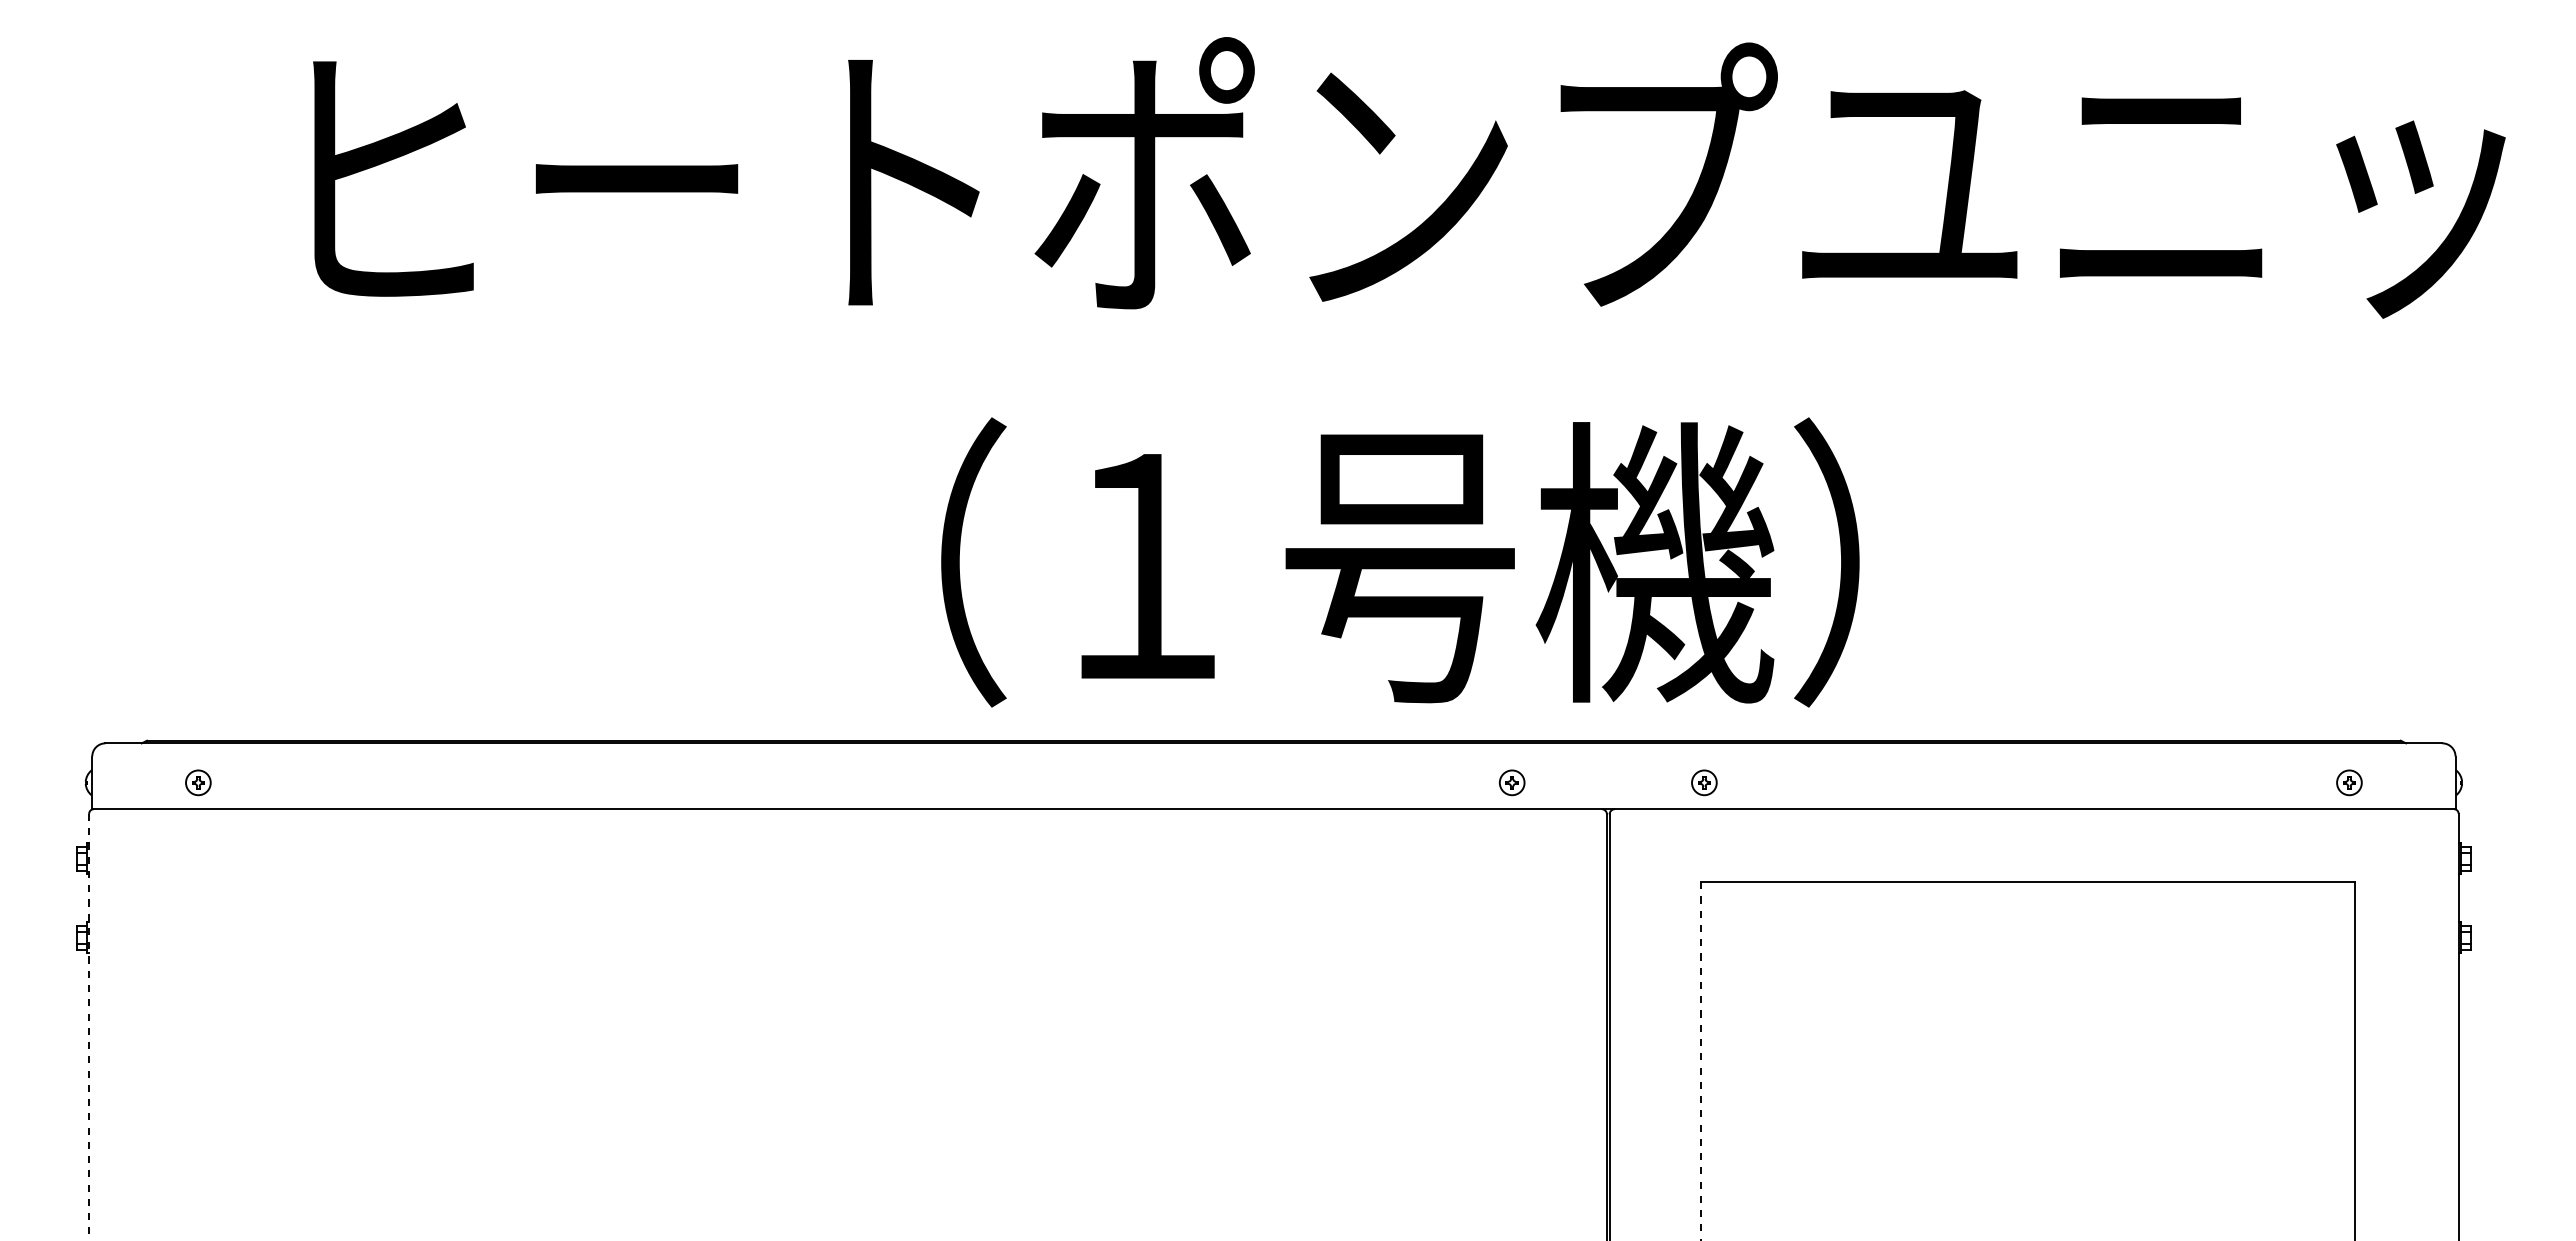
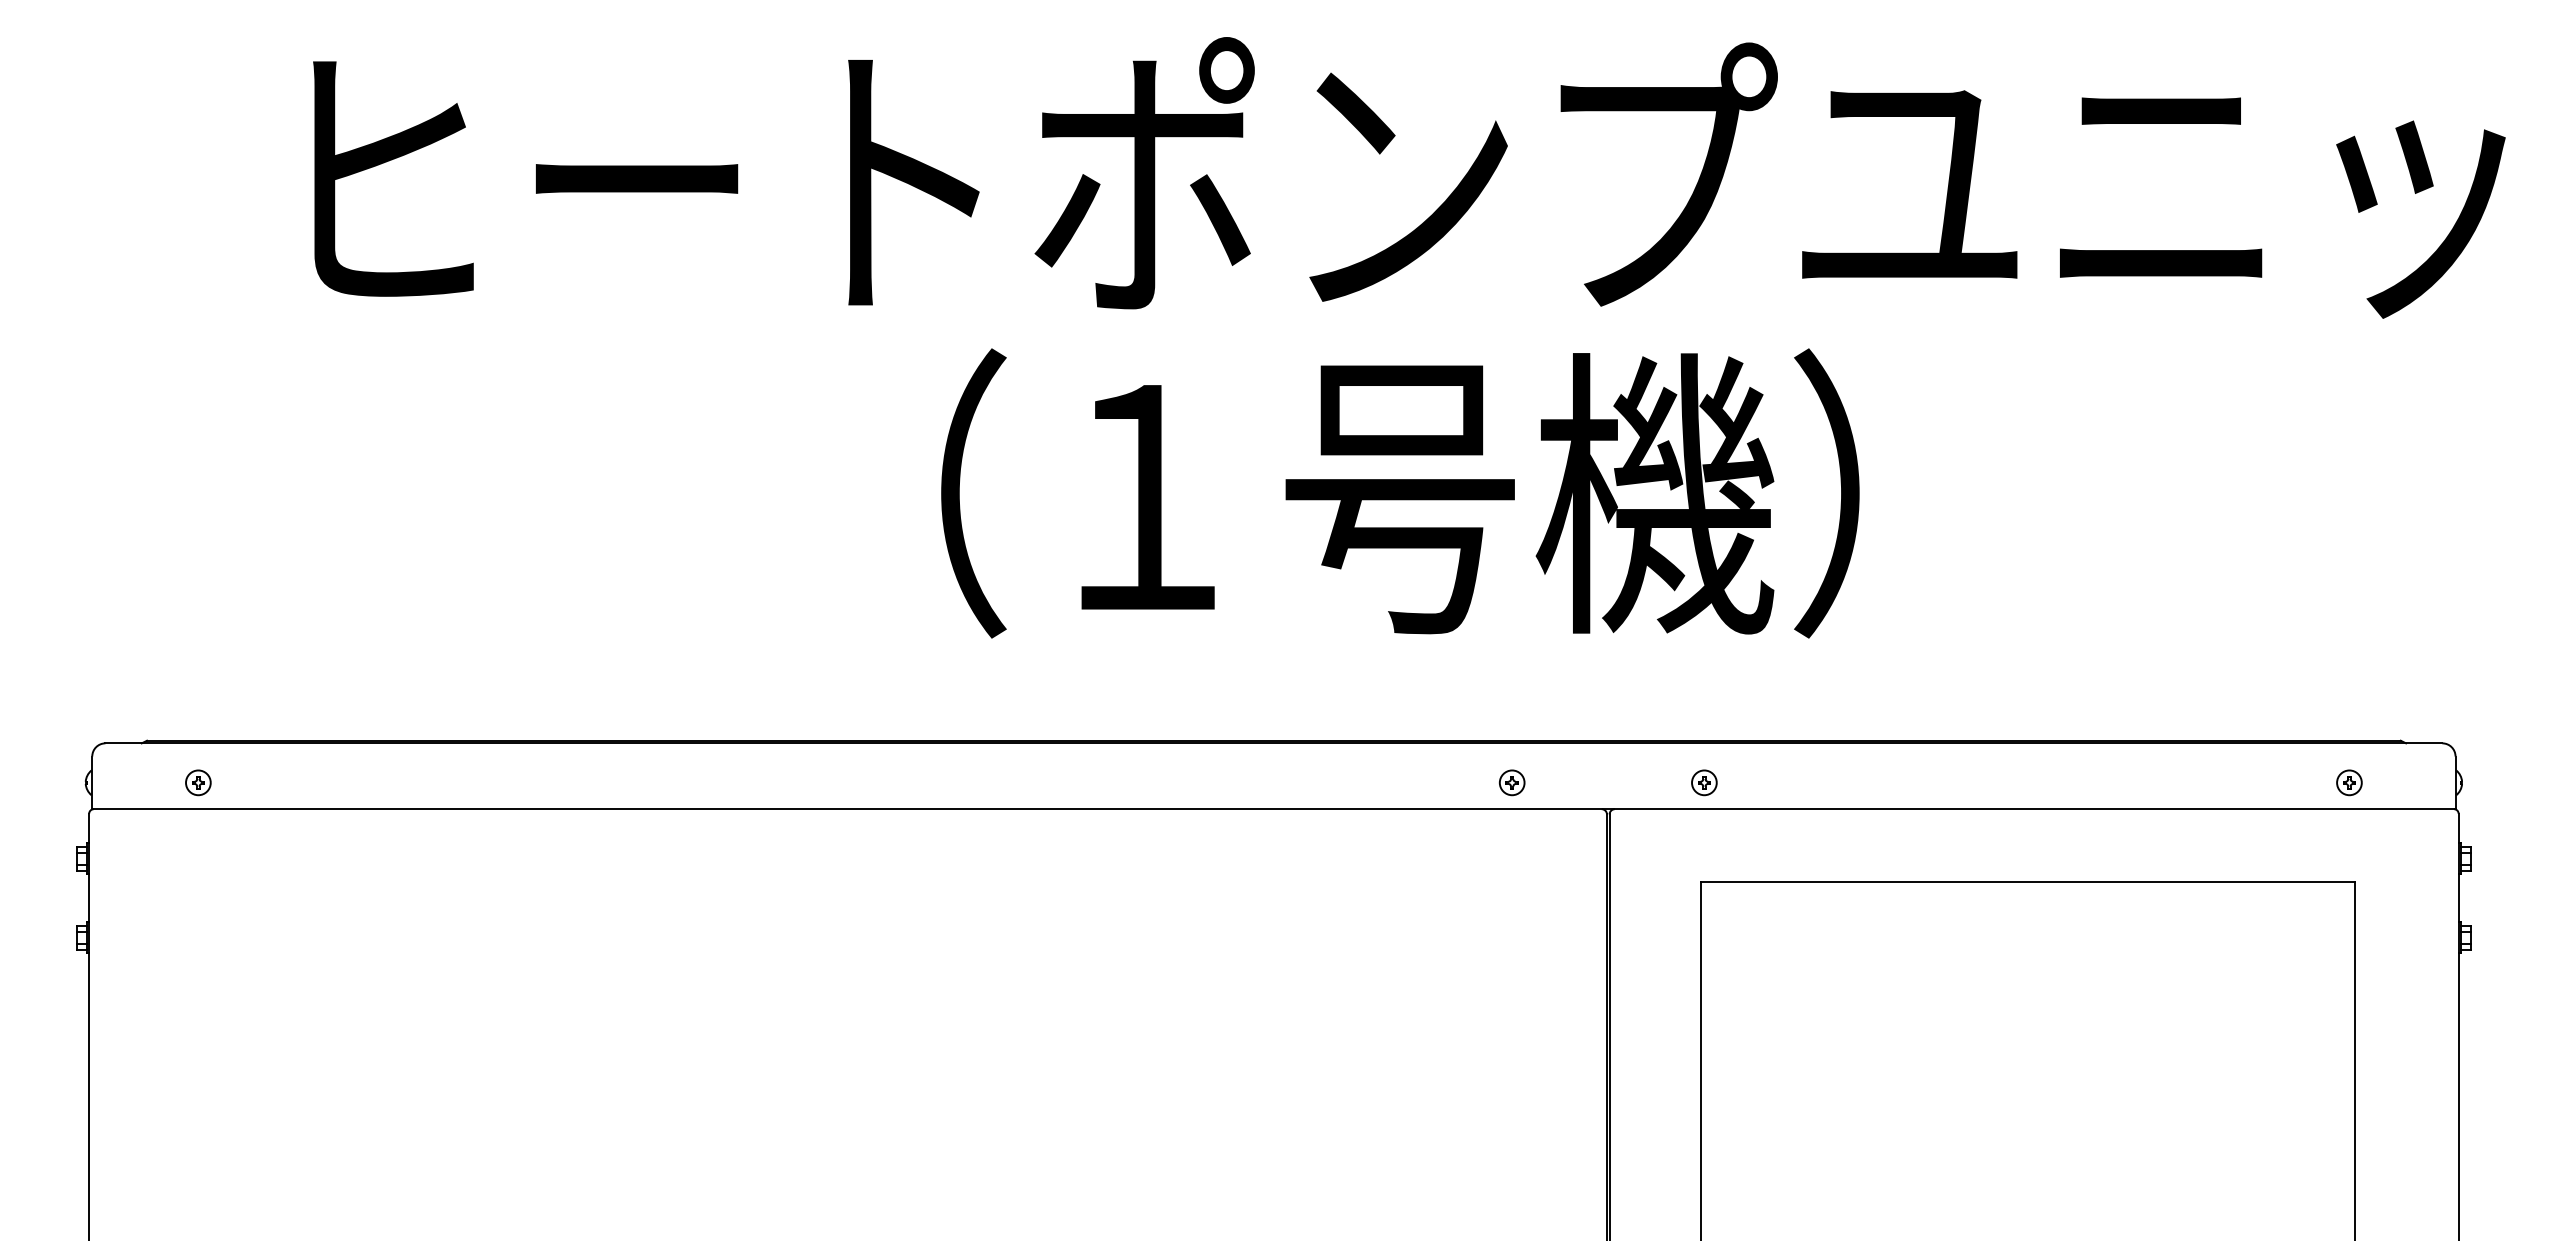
text at (1400, 562) position: (1400, 562) -> (1400, 493)
line at (89, 1027): dashed -> solid
line at (1701, 1061): dashed -> solid
